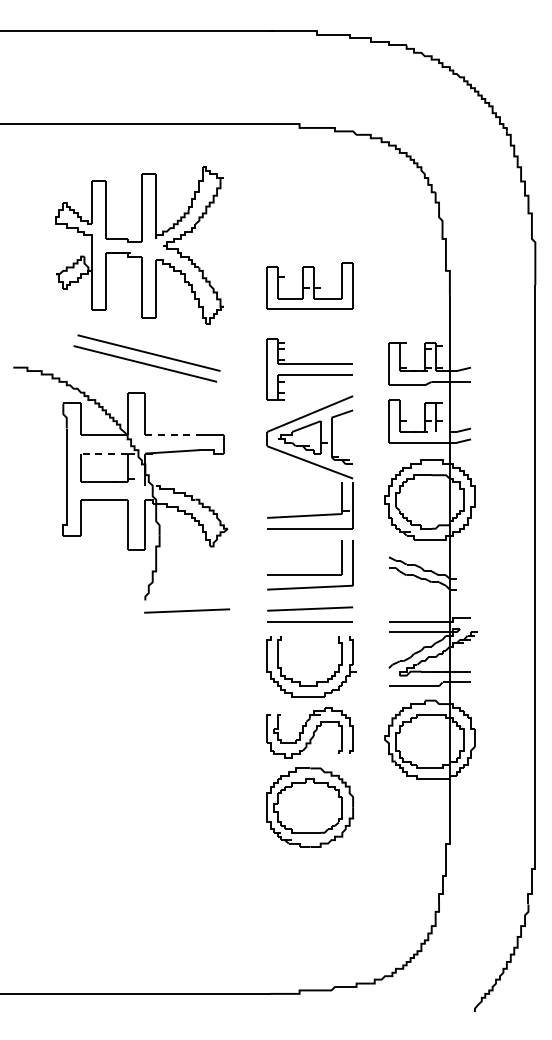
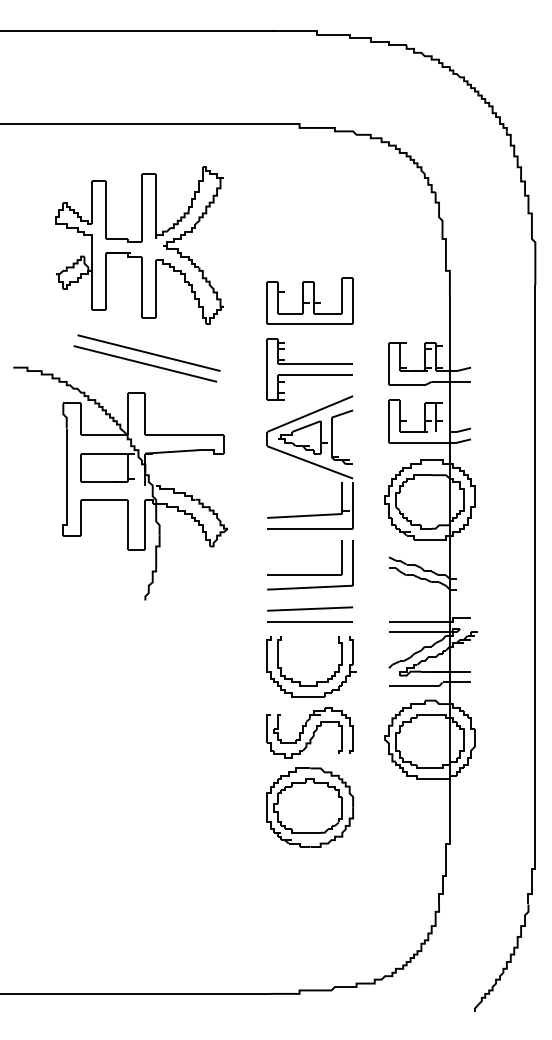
part at (309, 285) position: (309, 285) -> (309, 300)
line at (172, 435): dashed -> solid
line at (103, 453): dashed -> solid
line at (187, 610): present -> none
